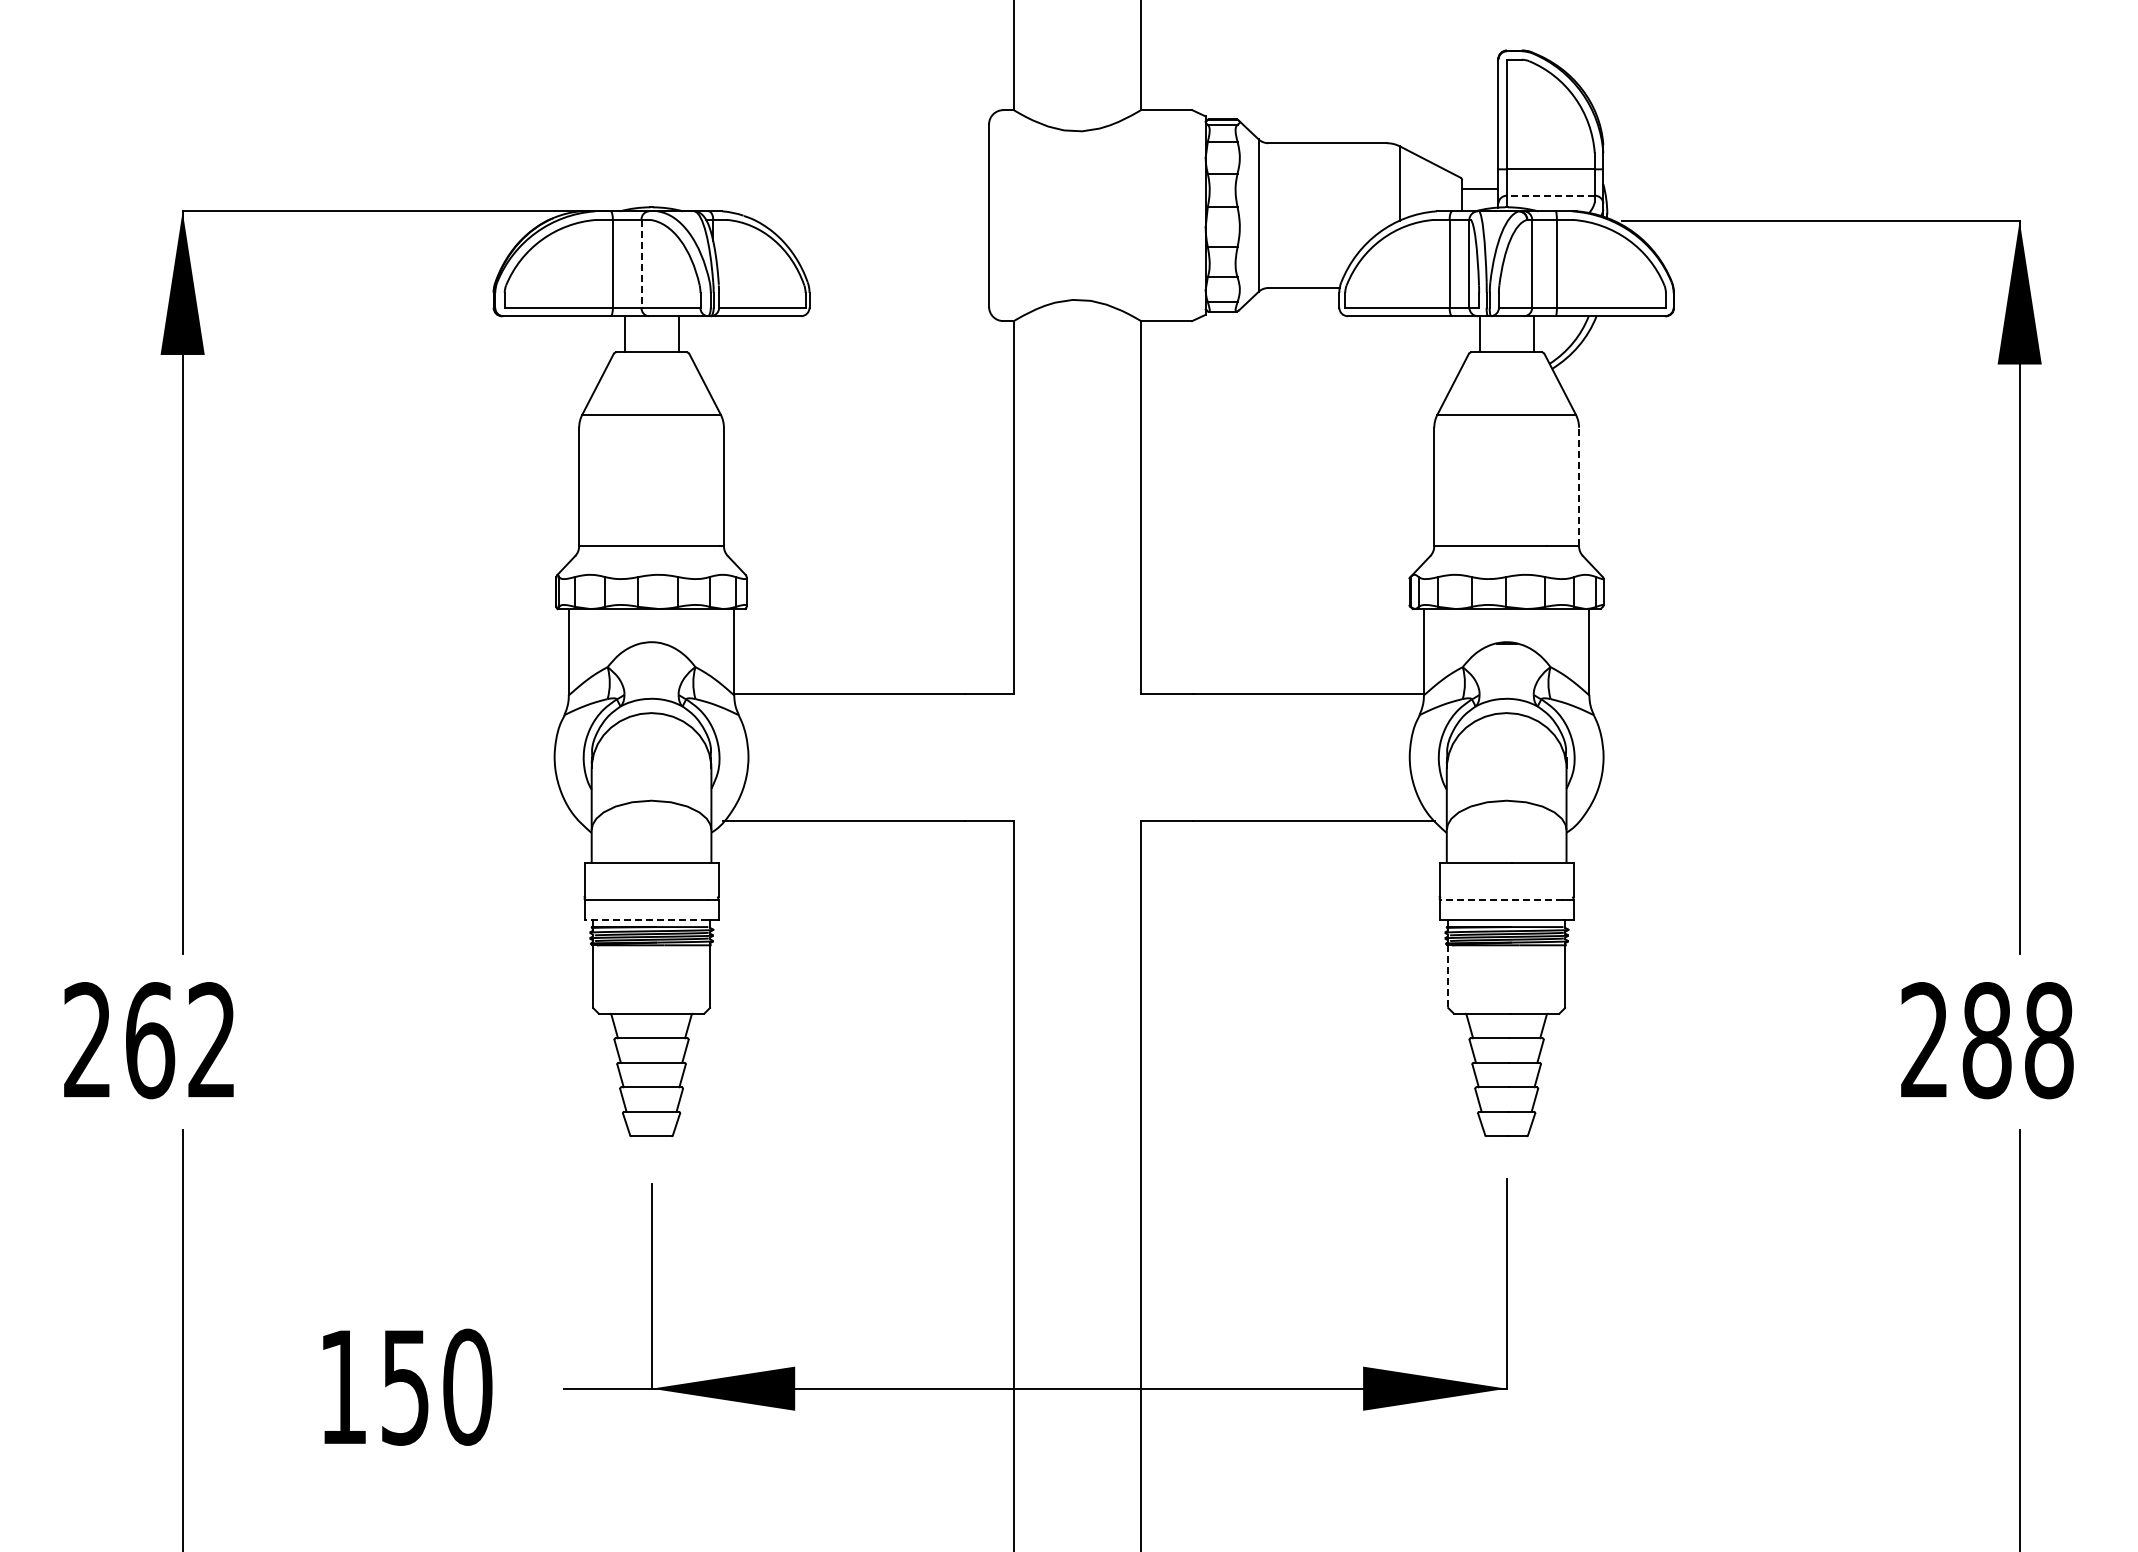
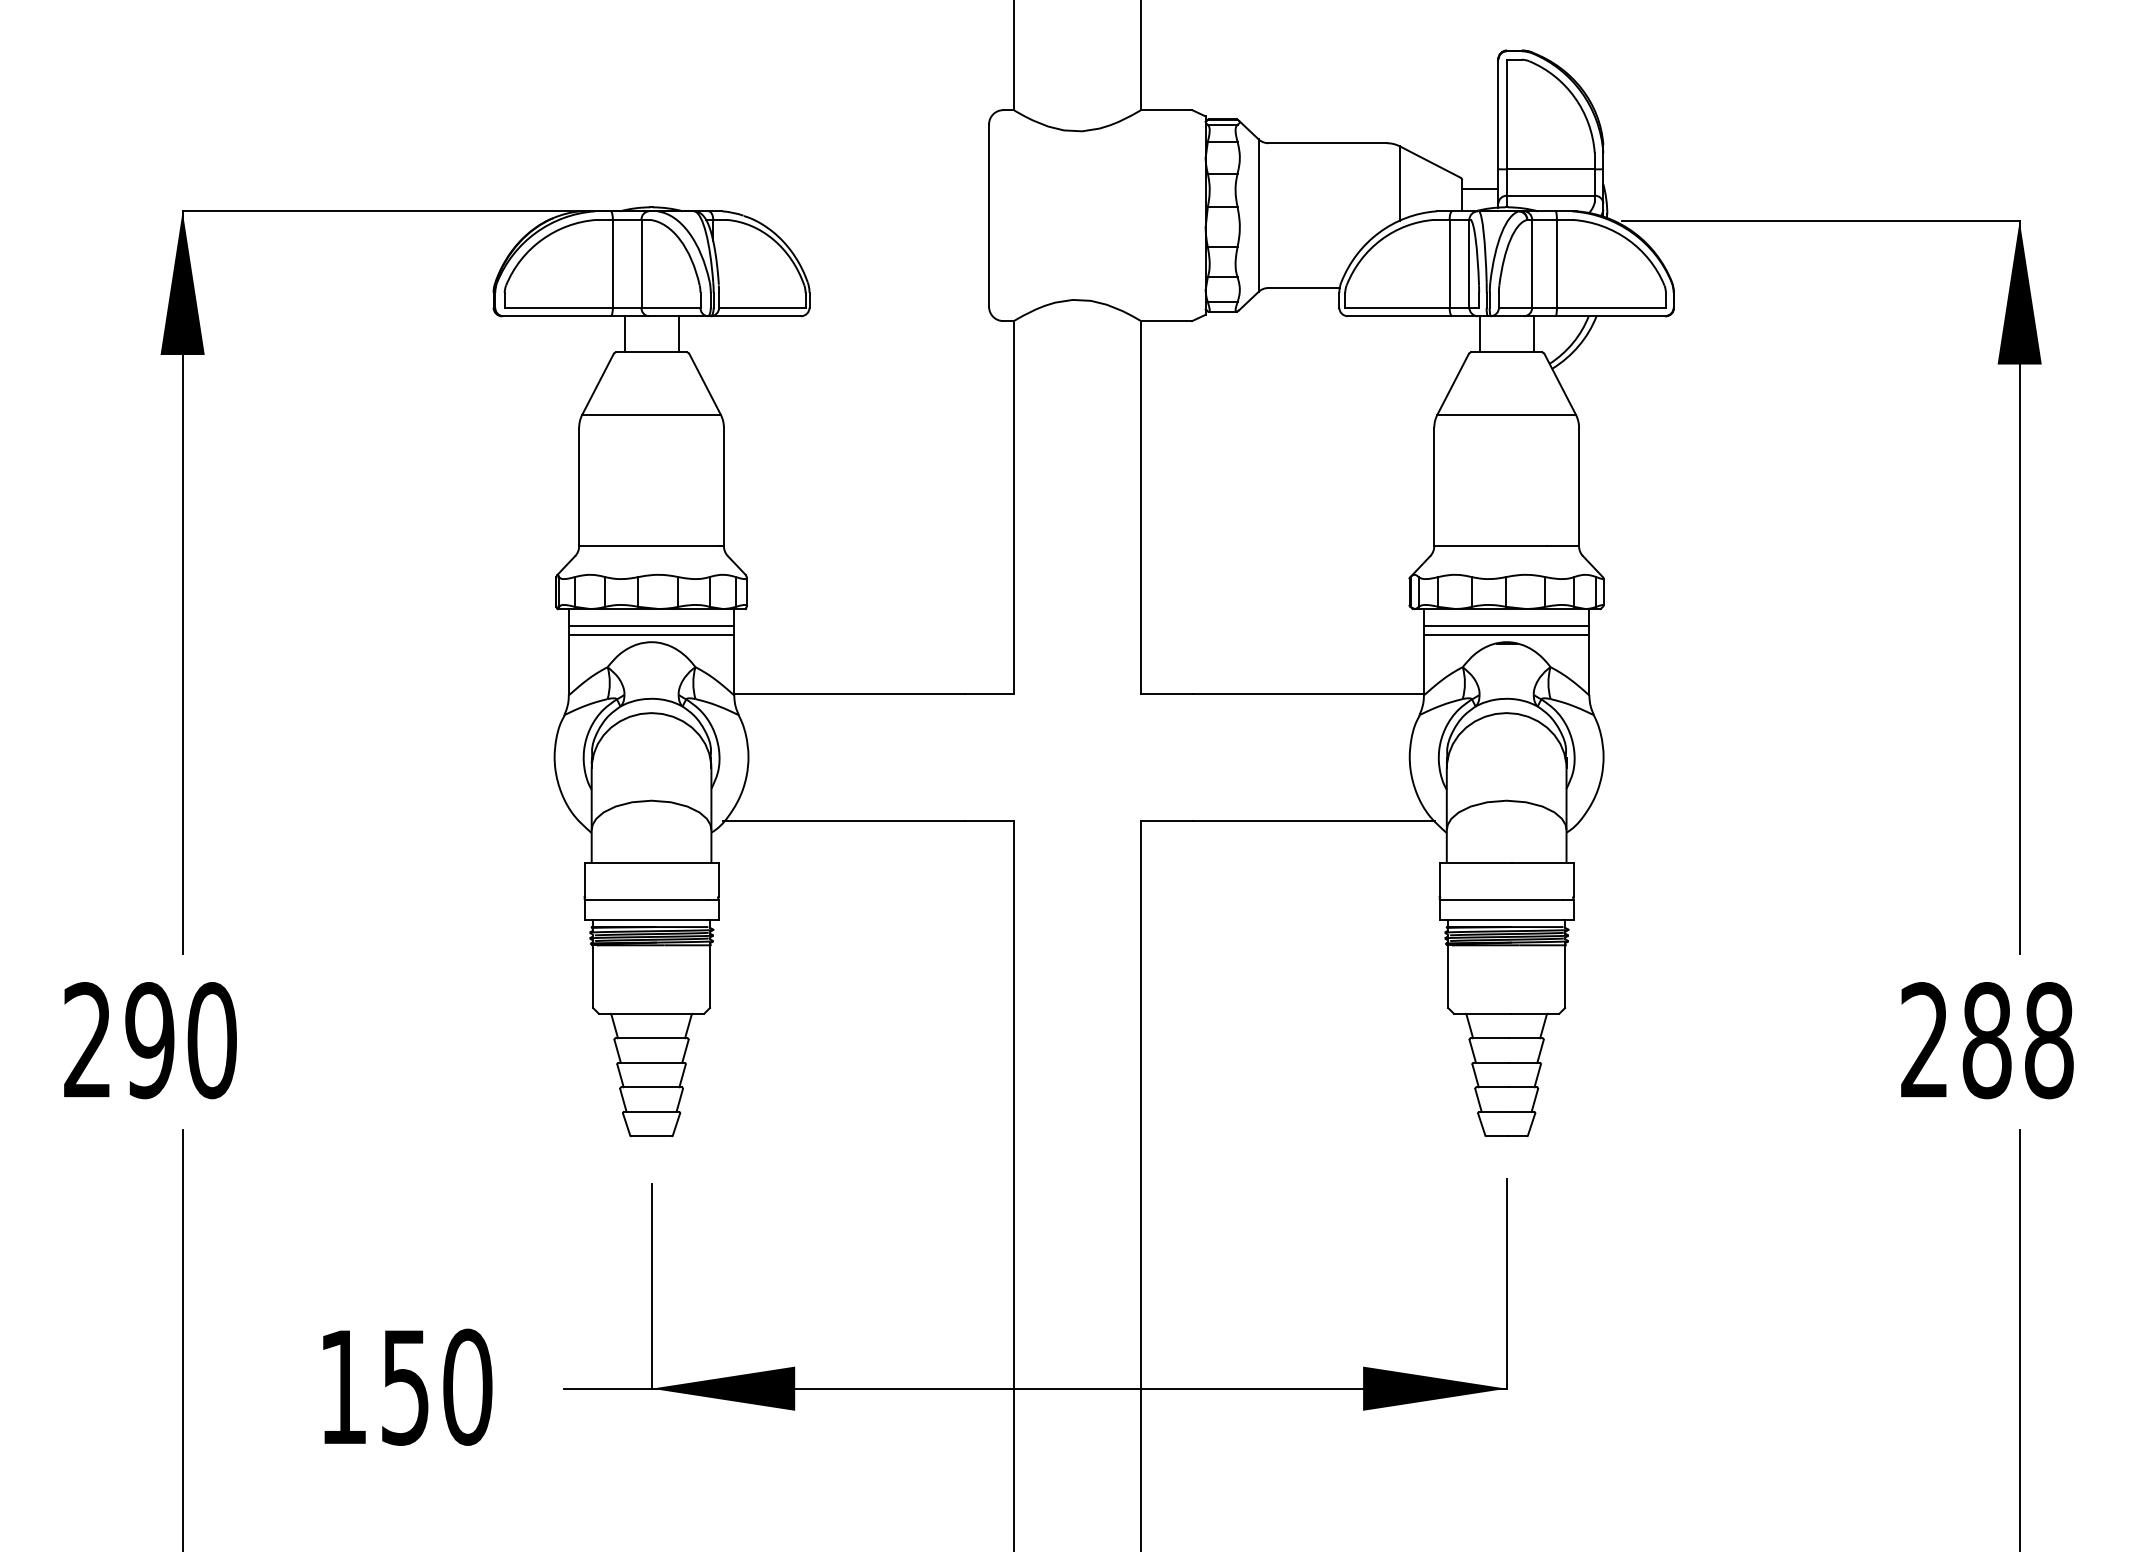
line at (1550, 195): dashed -> solid
line at (641, 263): dashed -> solid
line at (1579, 486): dashed -> solid
line at (651, 625): none -> present
line at (1506, 625): none -> present
line at (651, 634): none -> present
line at (1506, 634): none -> present
line at (1501, 899): dashed -> solid
line at (646, 920): dashed -> solid
line at (1448, 977): dashed -> solid
text at (180, 1040): 262 -> 290
